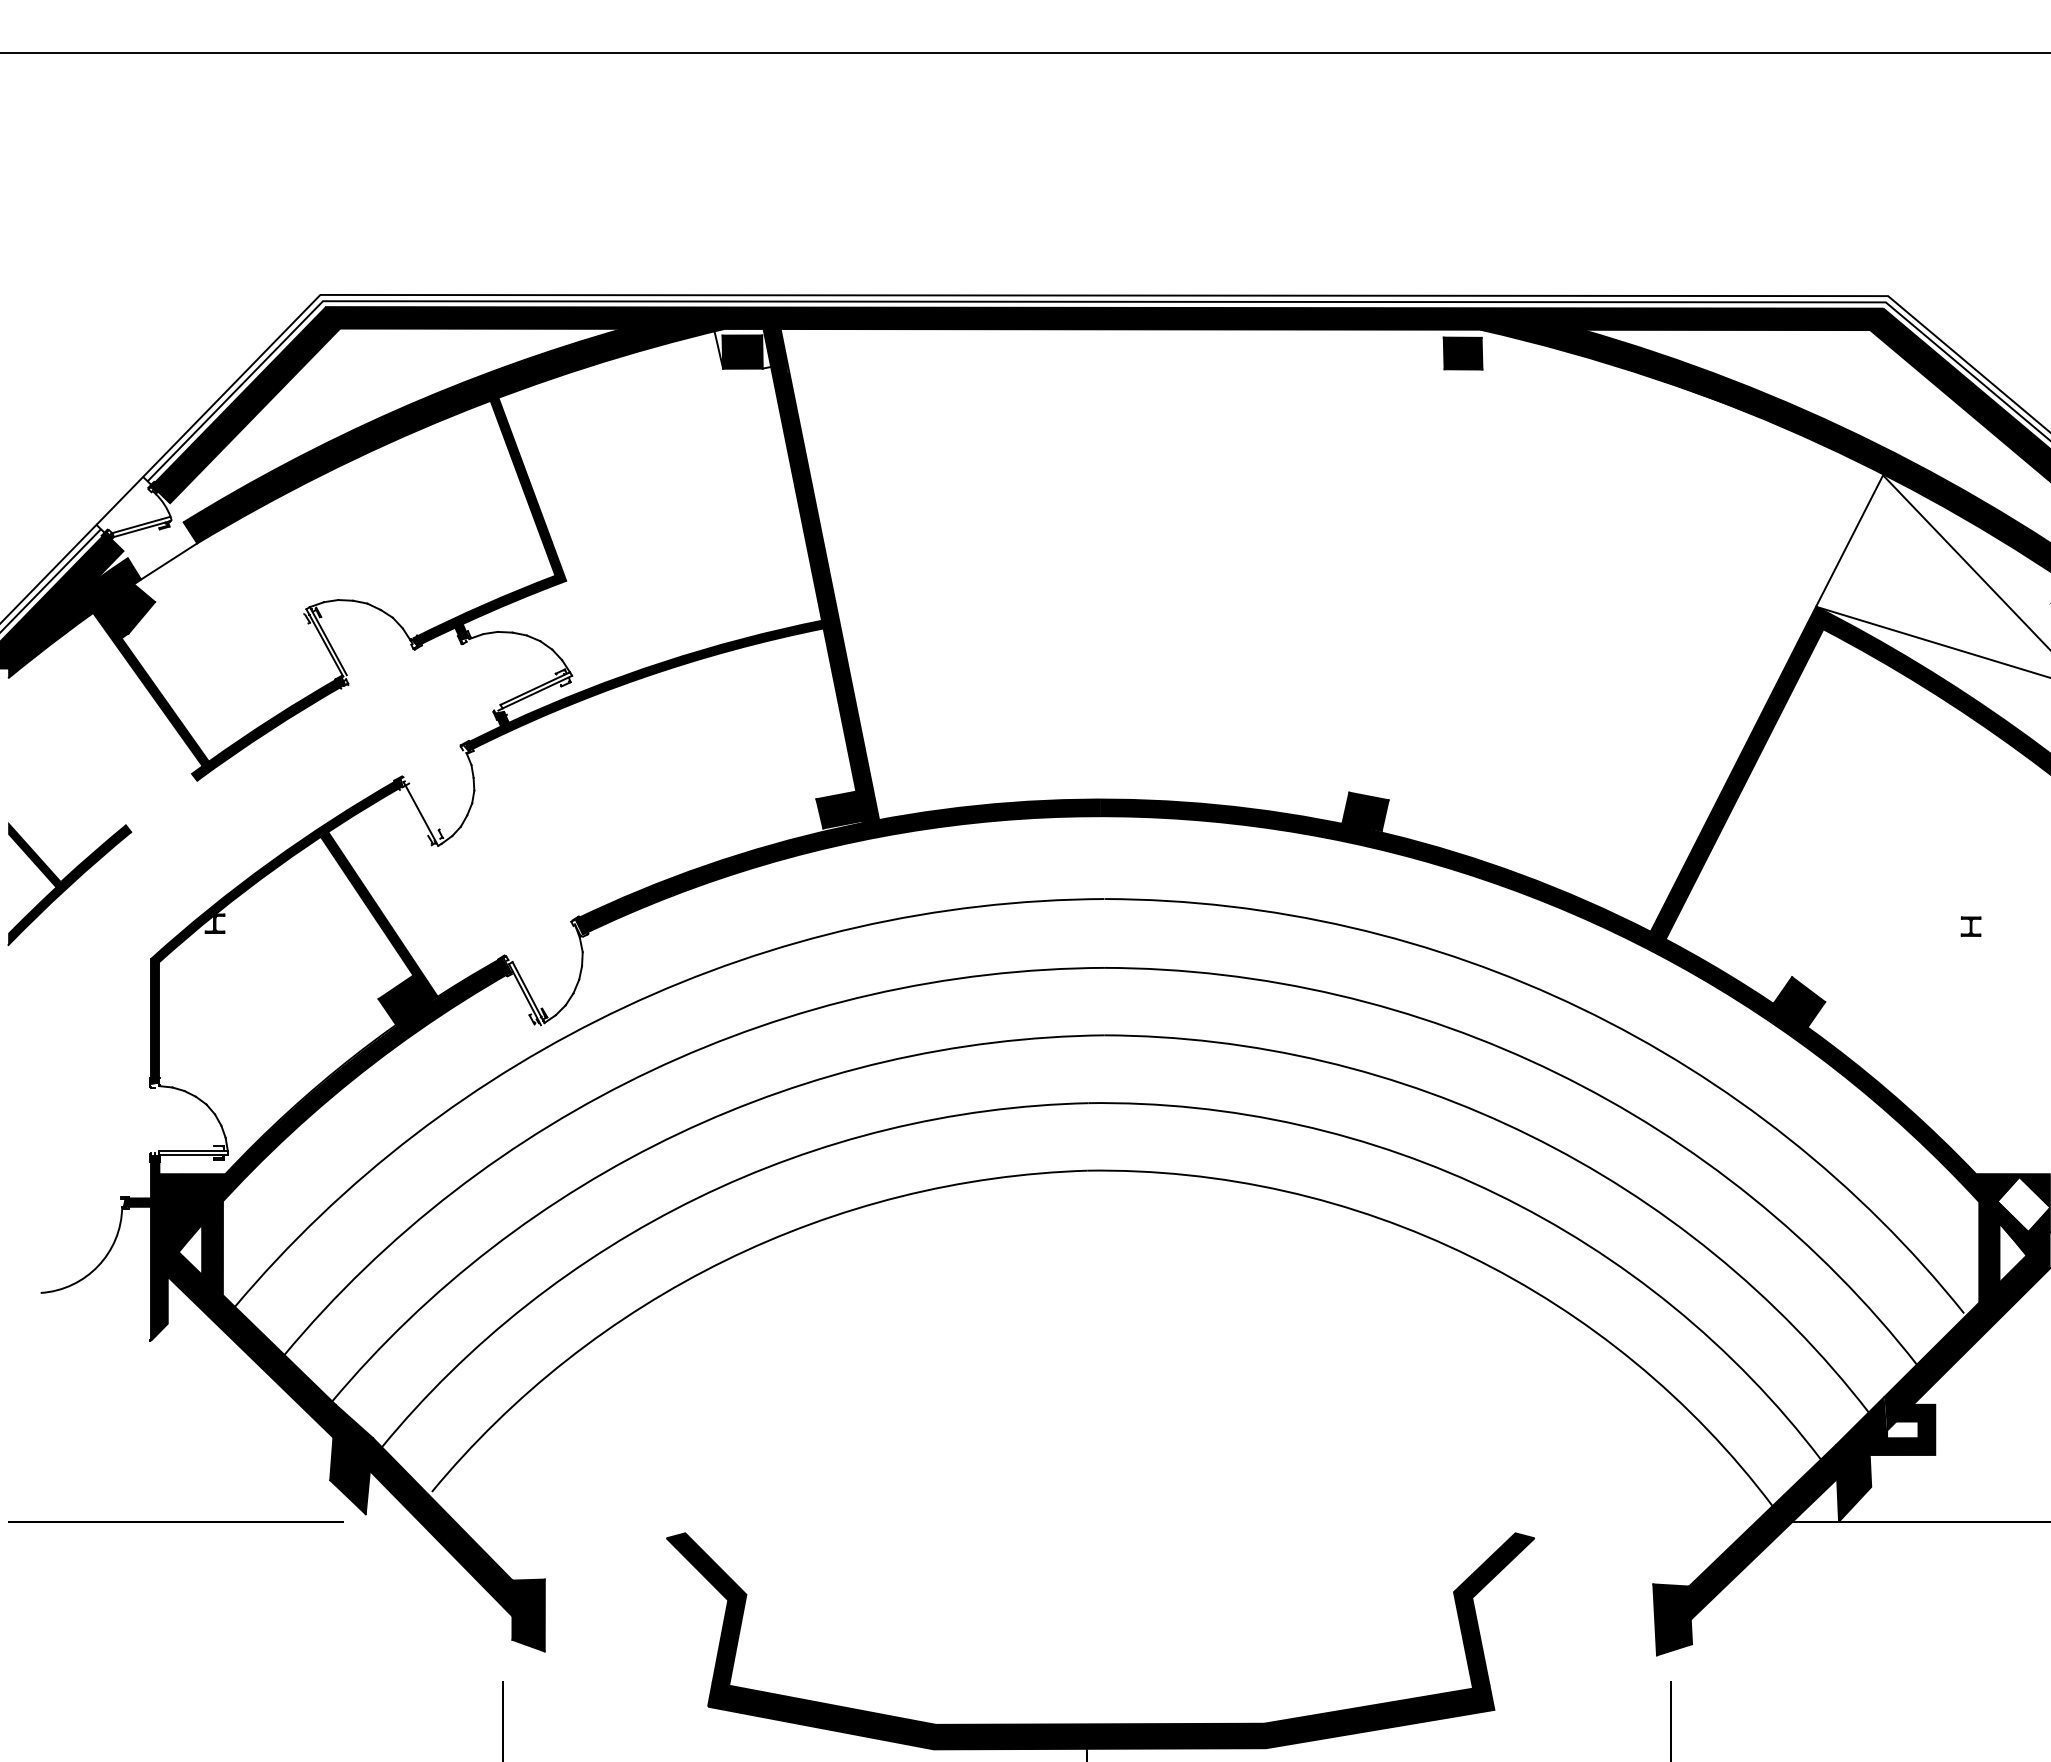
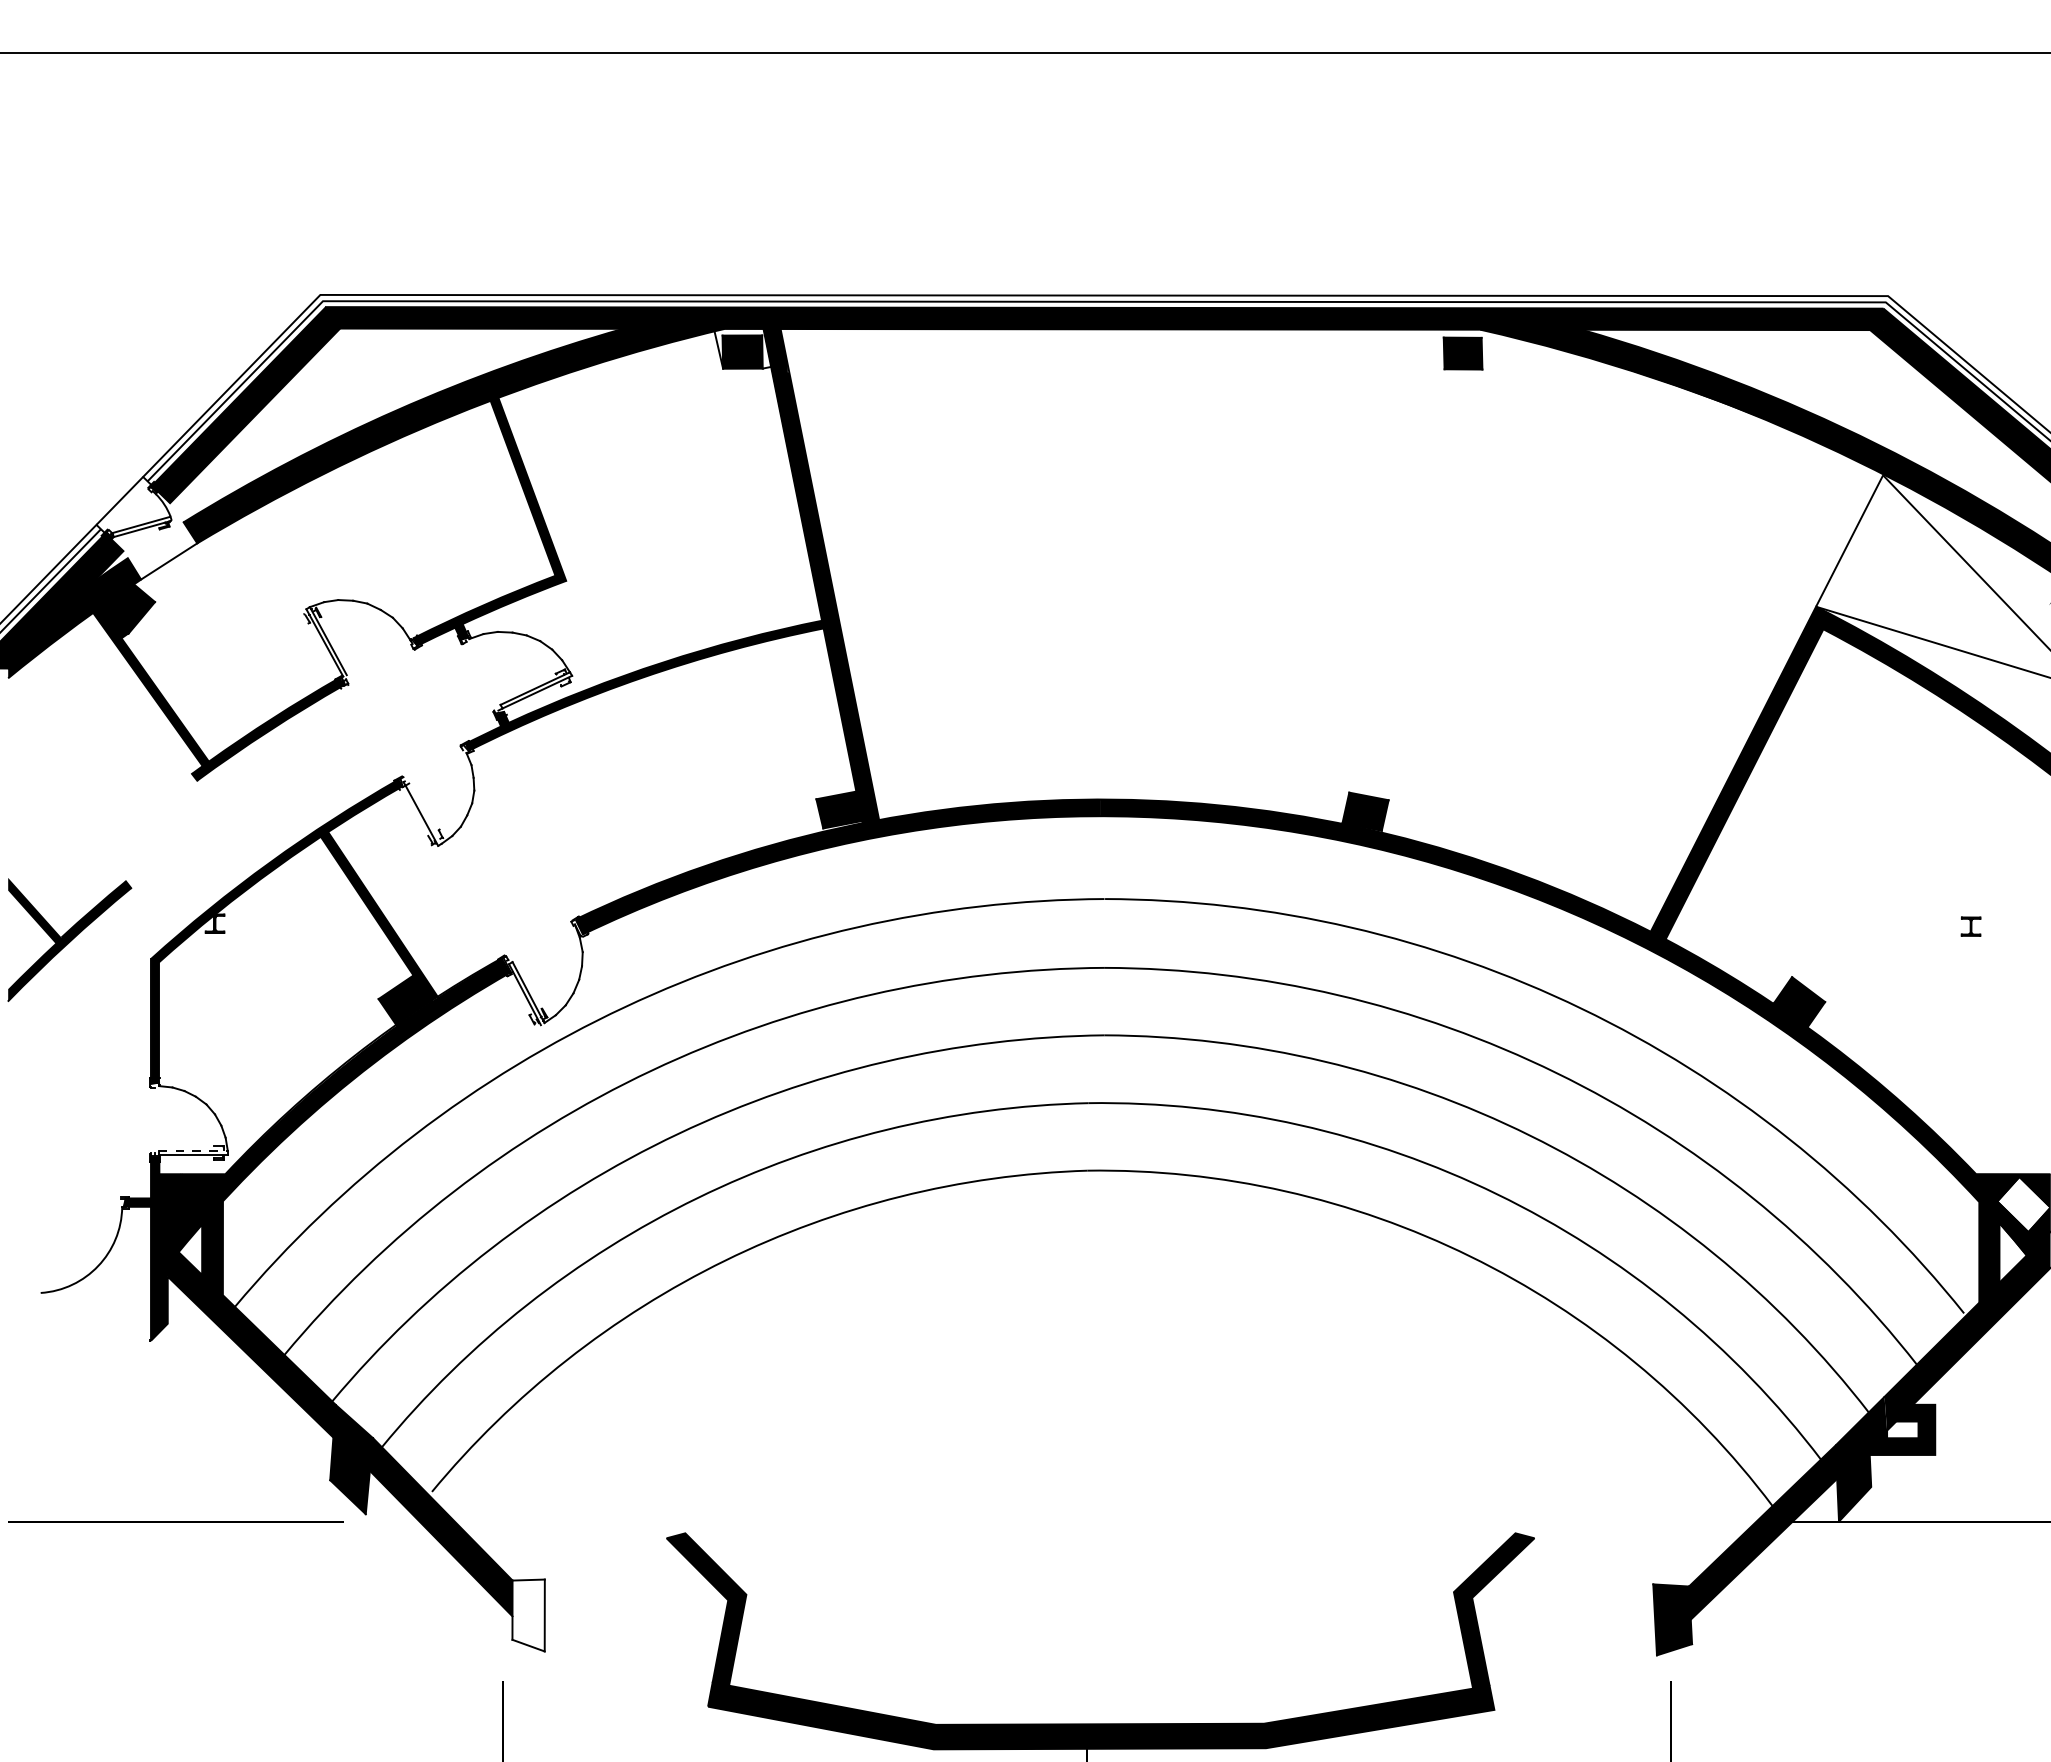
part at (69, 883) position: (69, 883) -> (69, 939)
line at (193, 1150): solid -> dashed
fill at (528, 1615): present -> none
